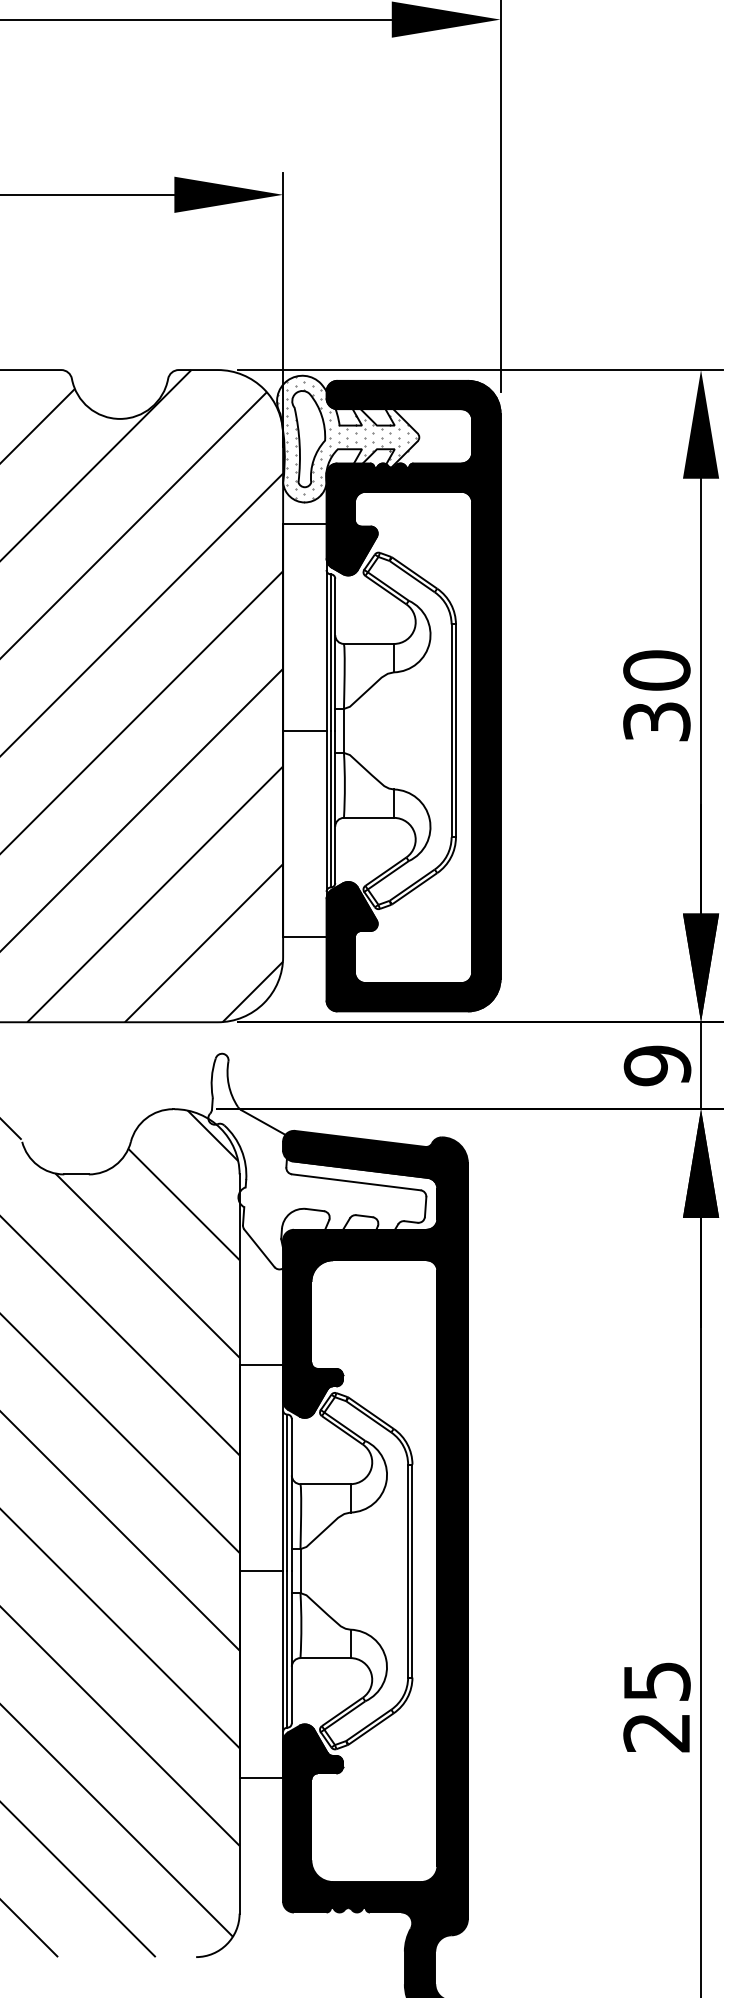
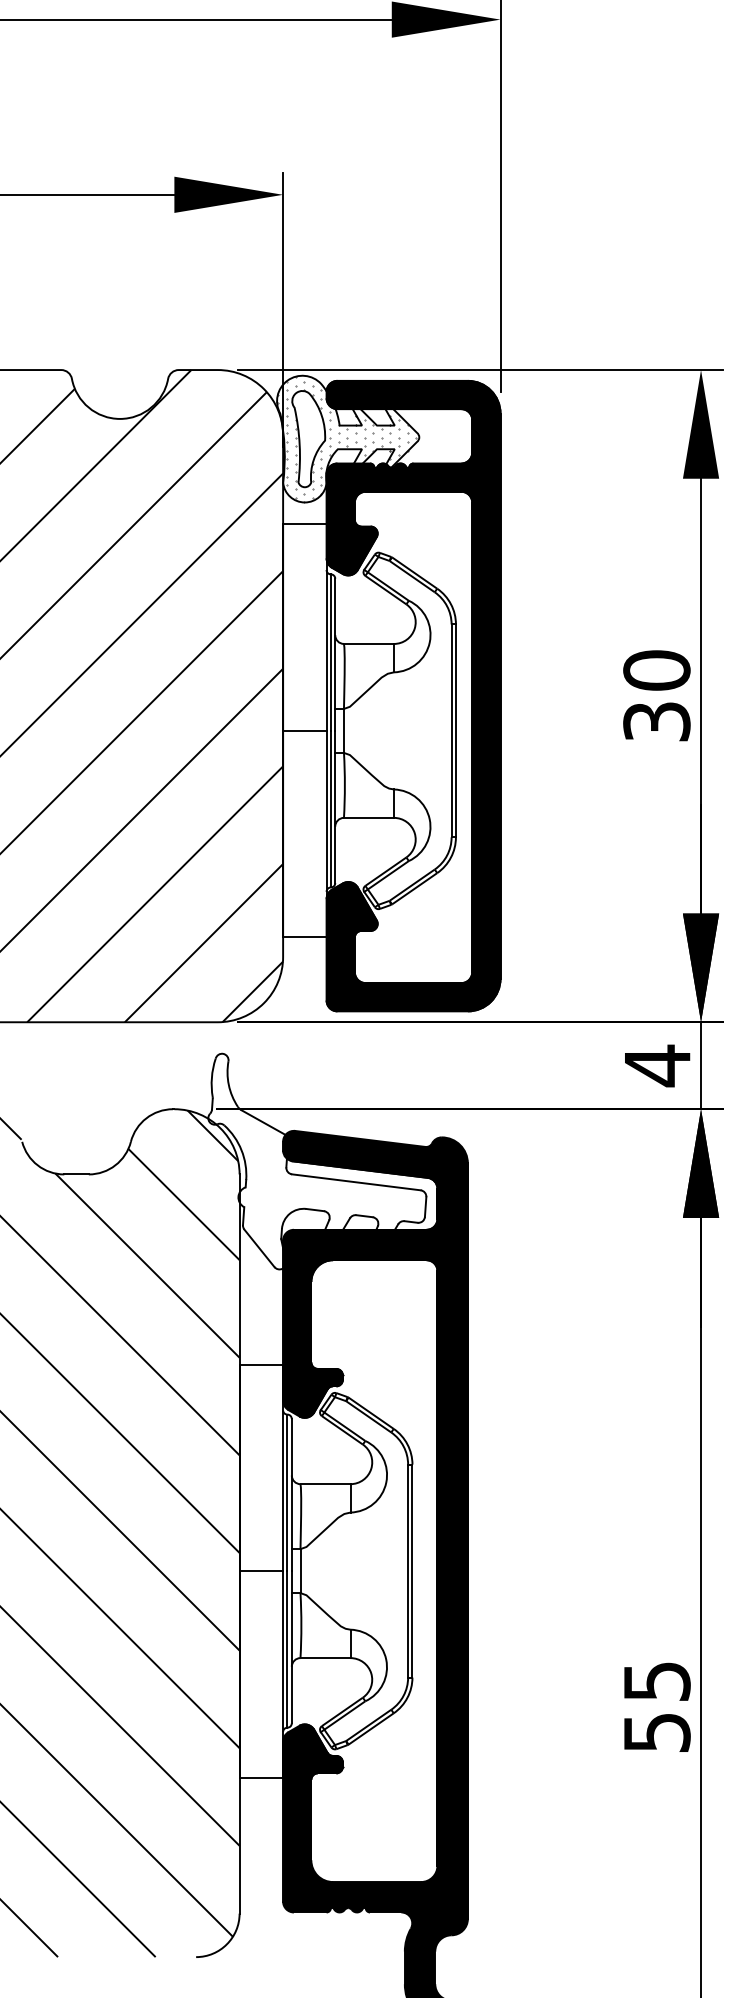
text at (657, 1065): 9 -> 4
text at (656, 1733): 25 -> 55
